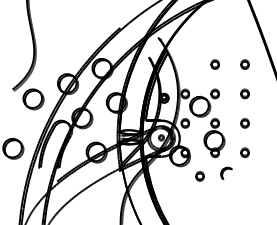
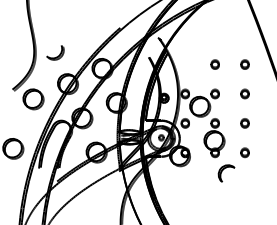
part at (55, 52): none -> present
part at (226, 172) size: 13x14 px -> 19x19 px
part at (199, 176): present -> none
